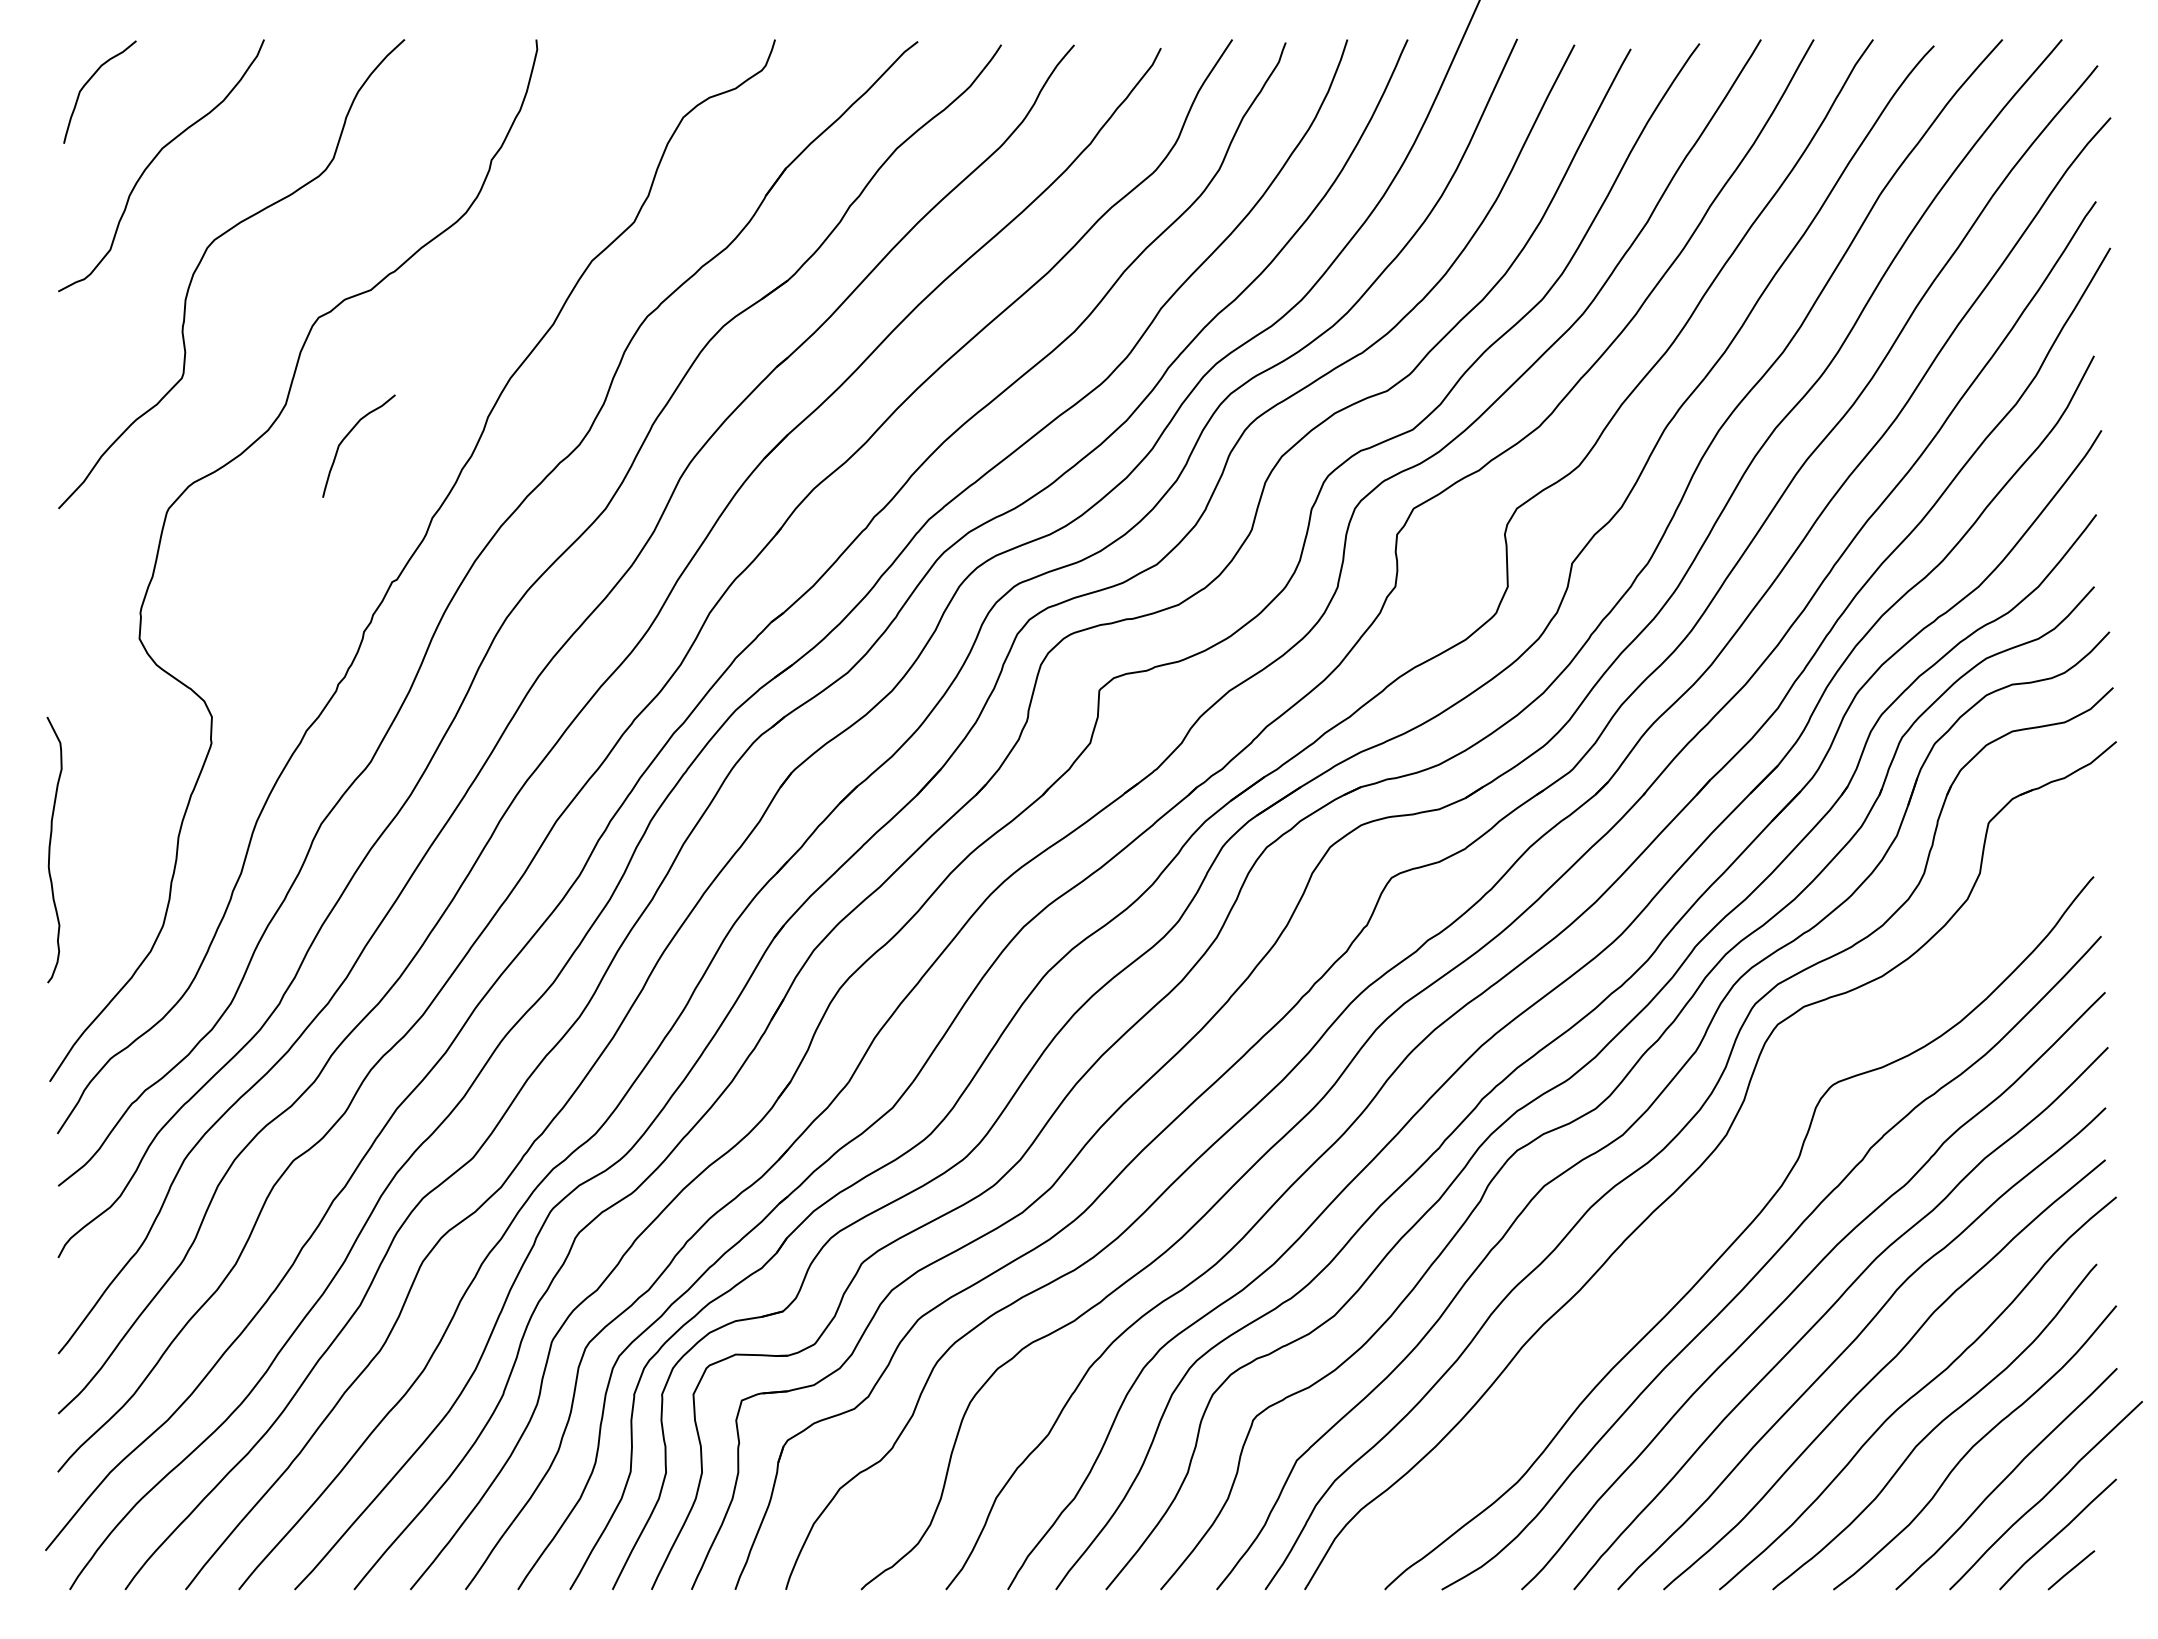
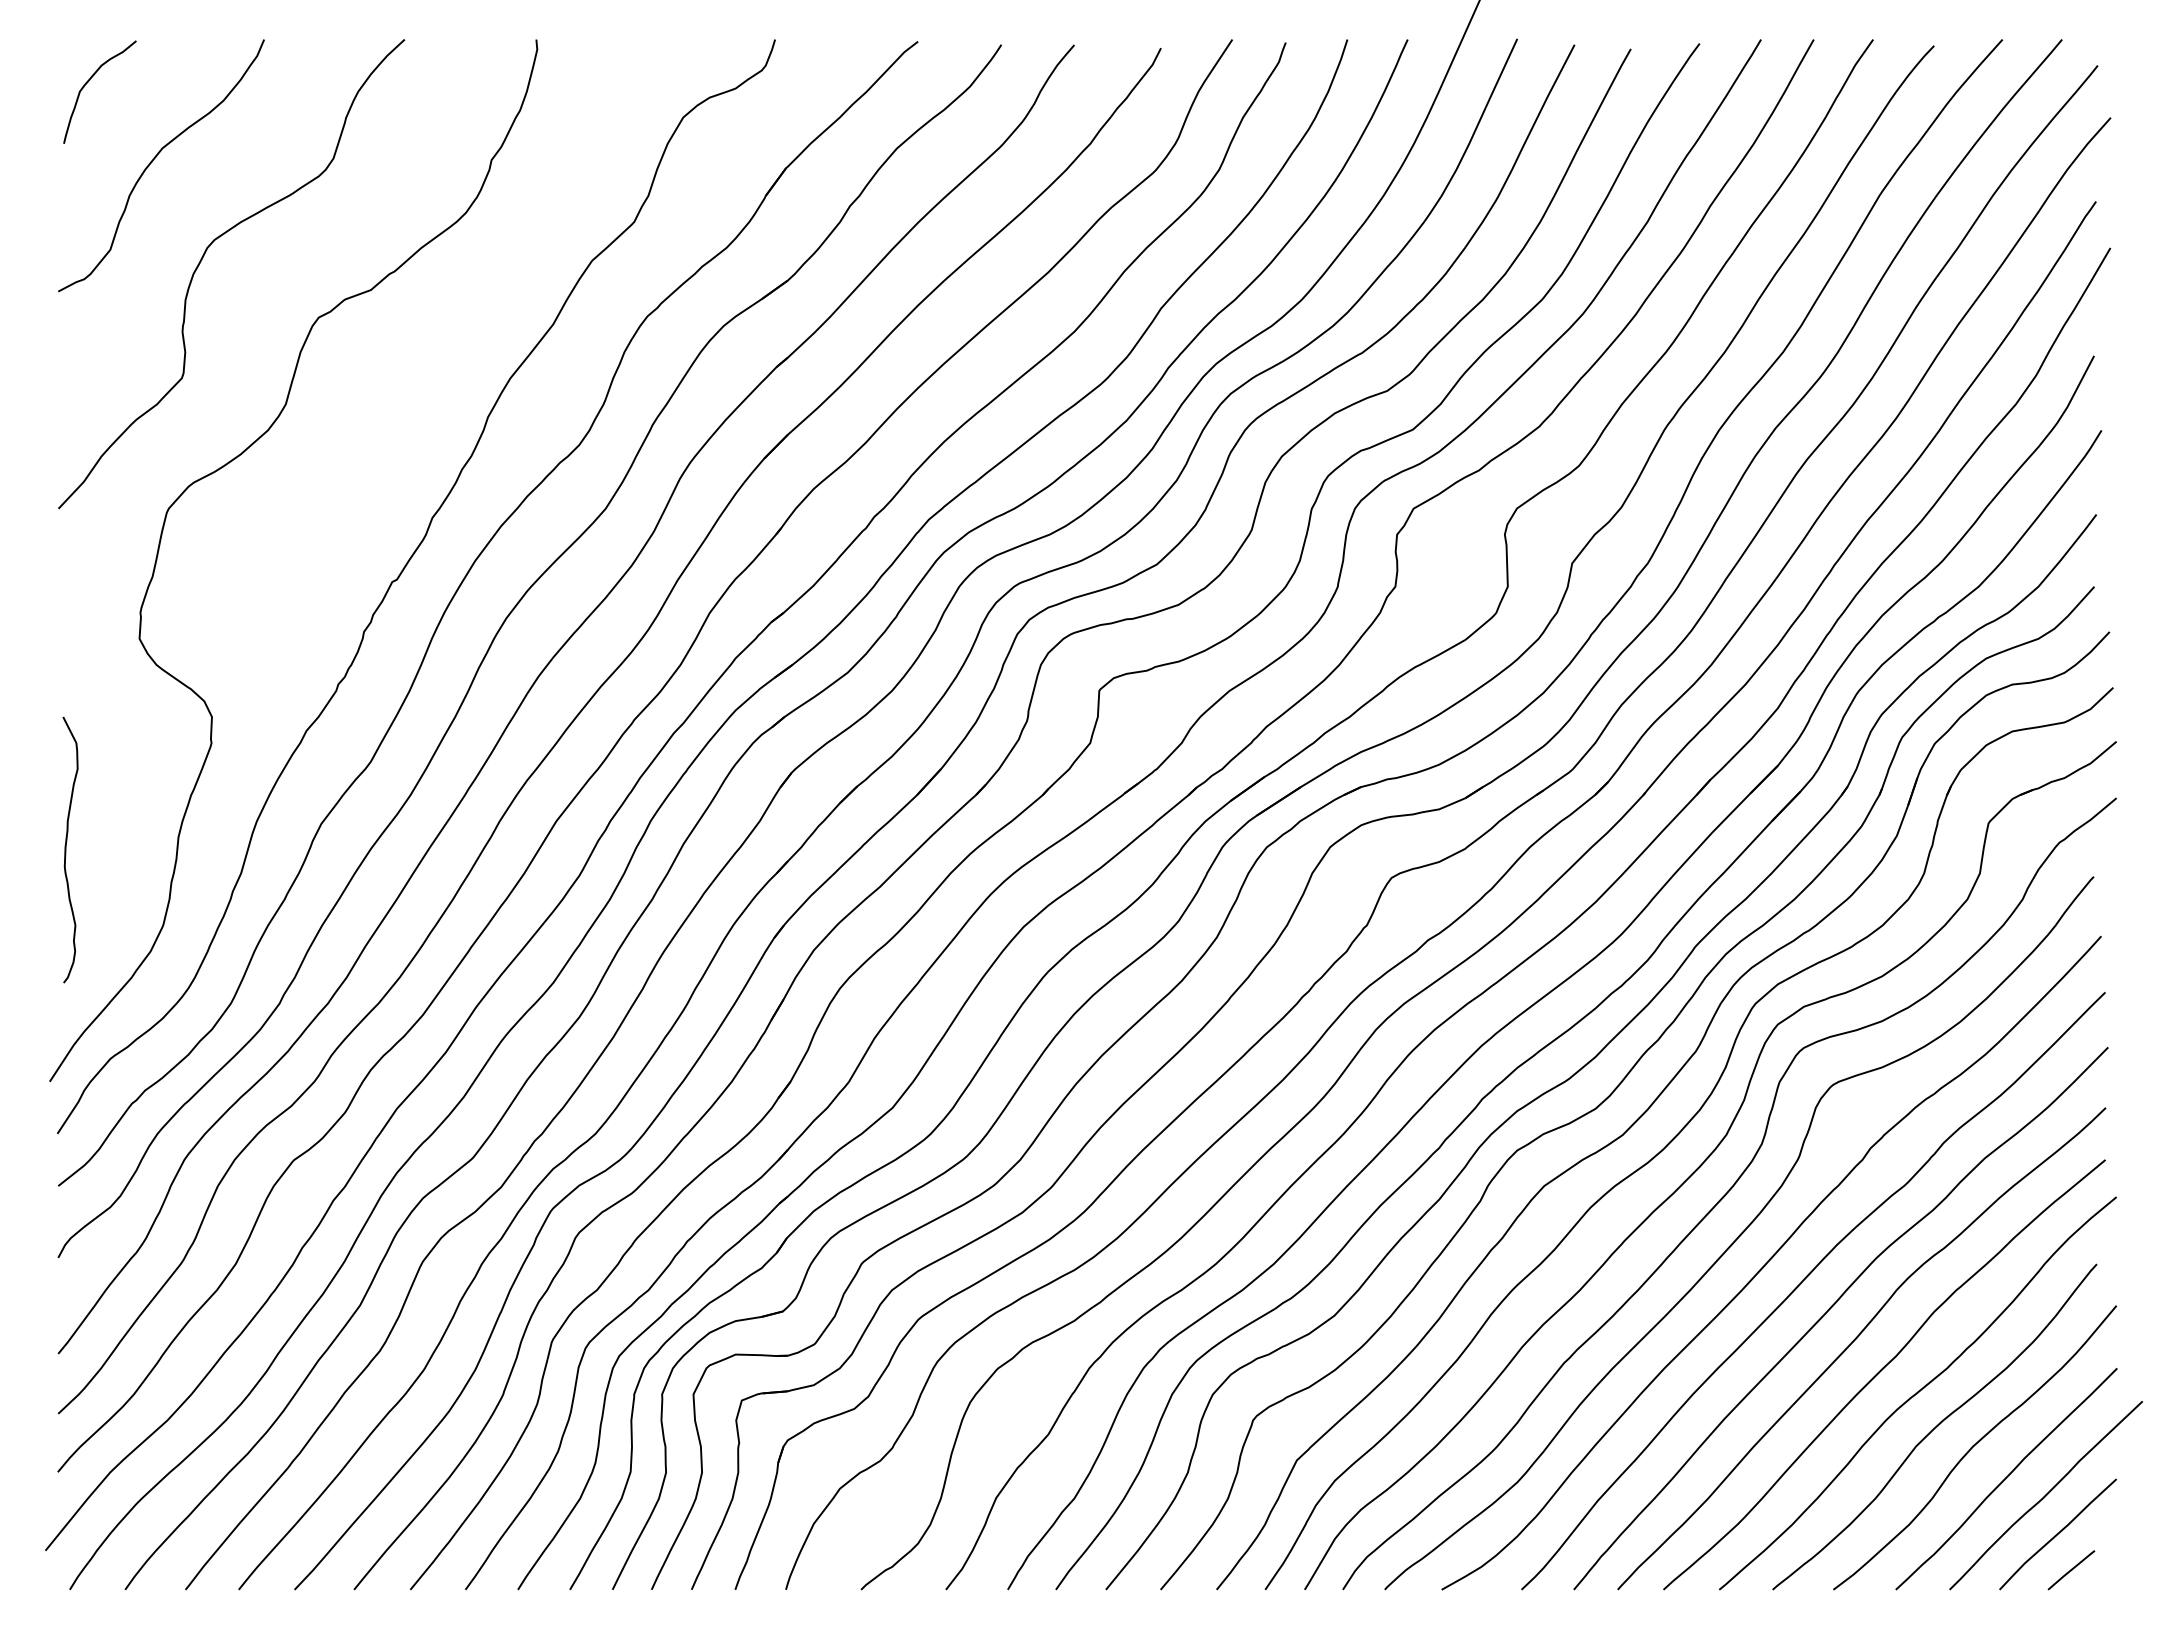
curve at (348, 435): present -> none
curve at (50, 849) position: (50, 849) -> (66, 849)
curve at (1728, 1192): none -> present
